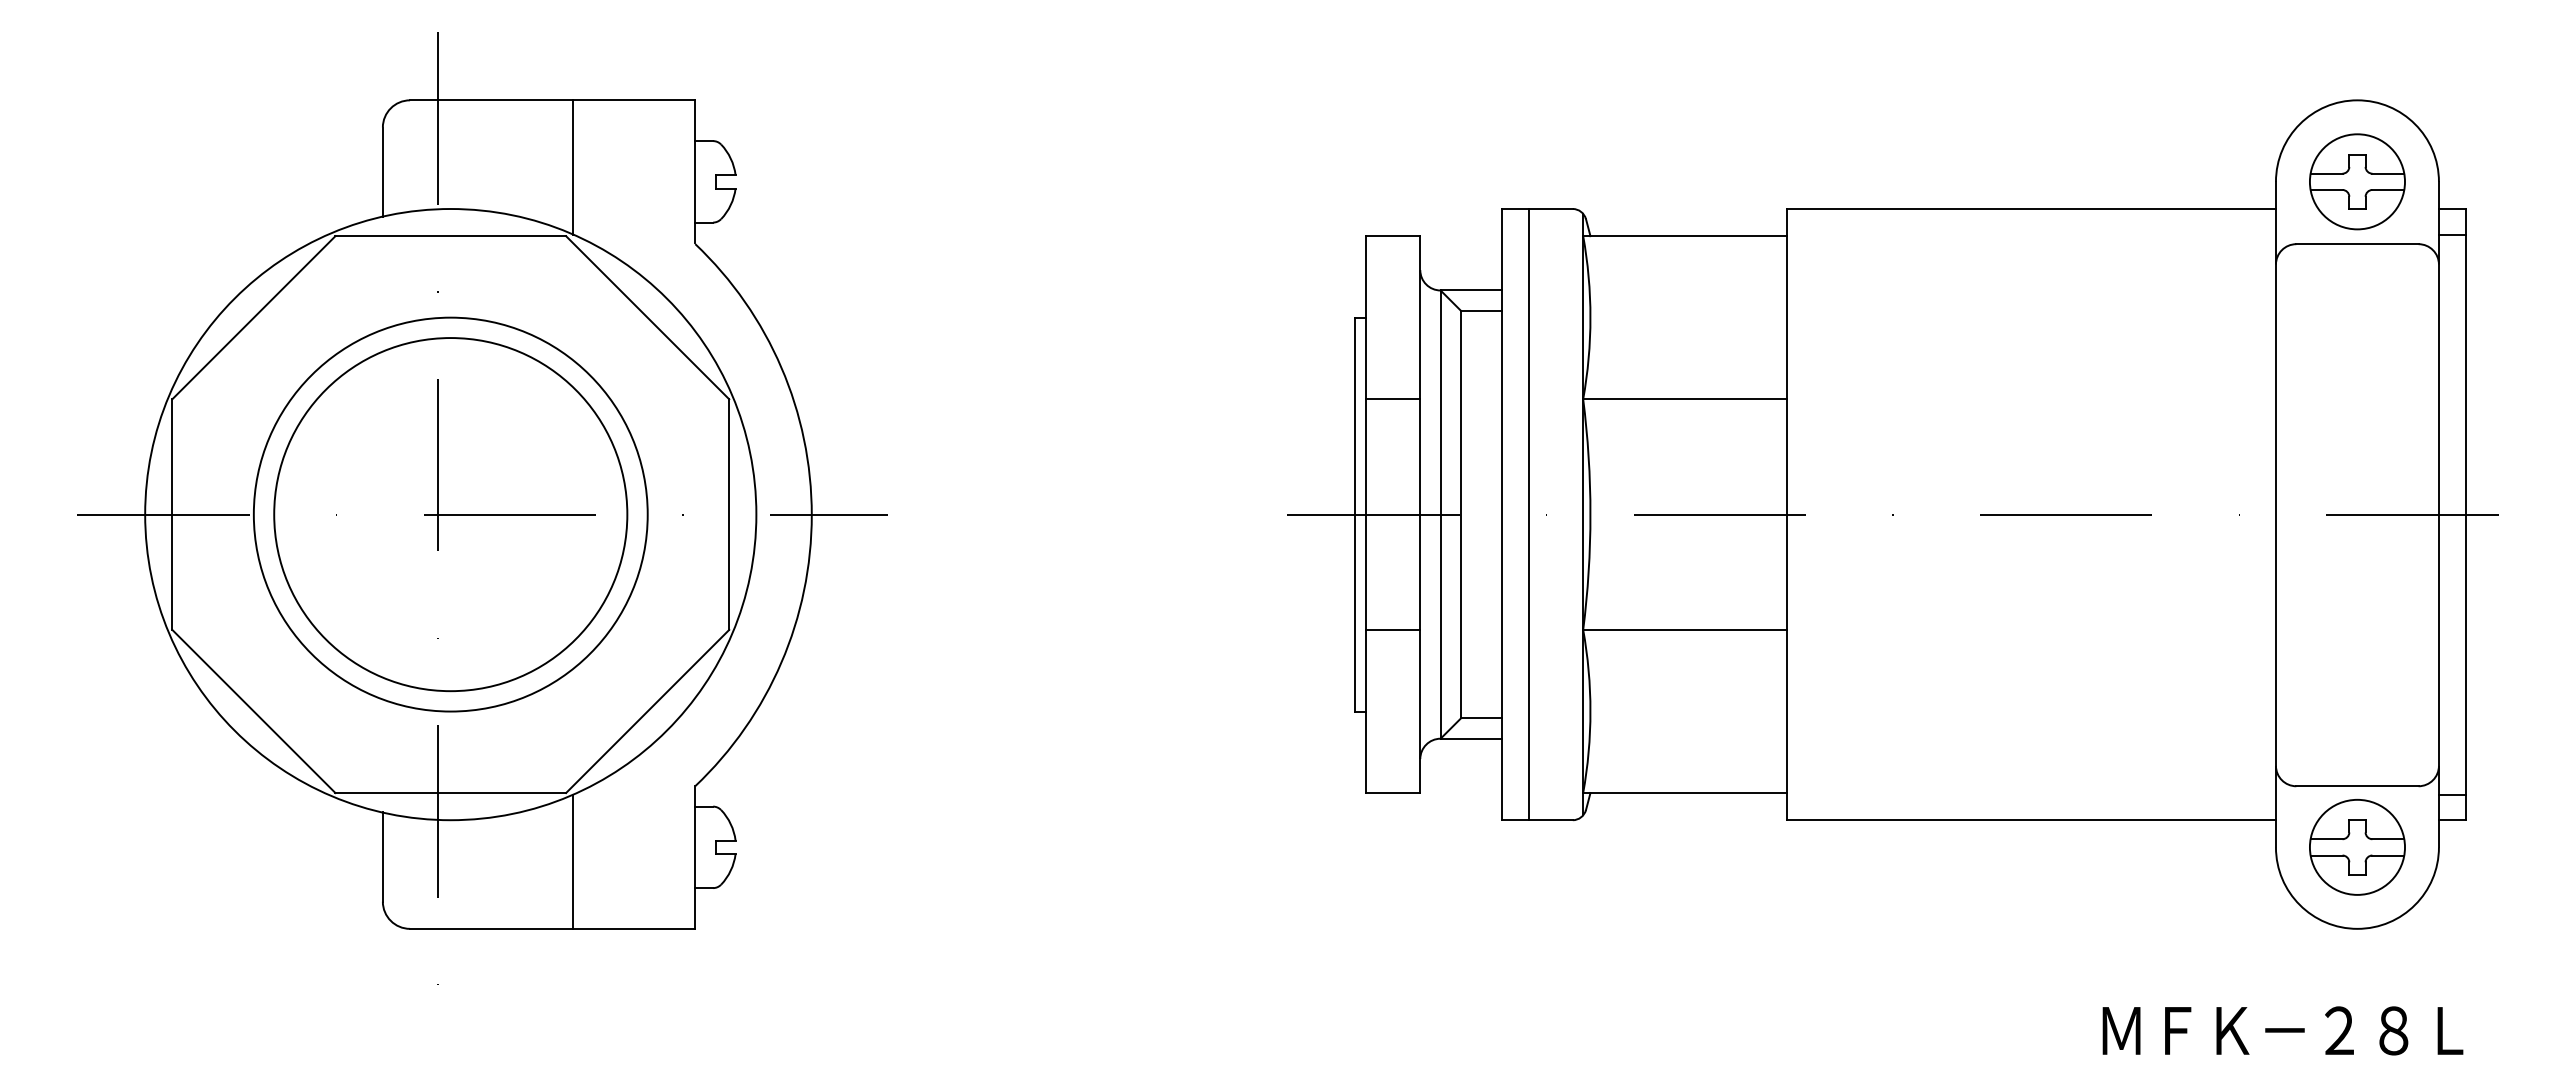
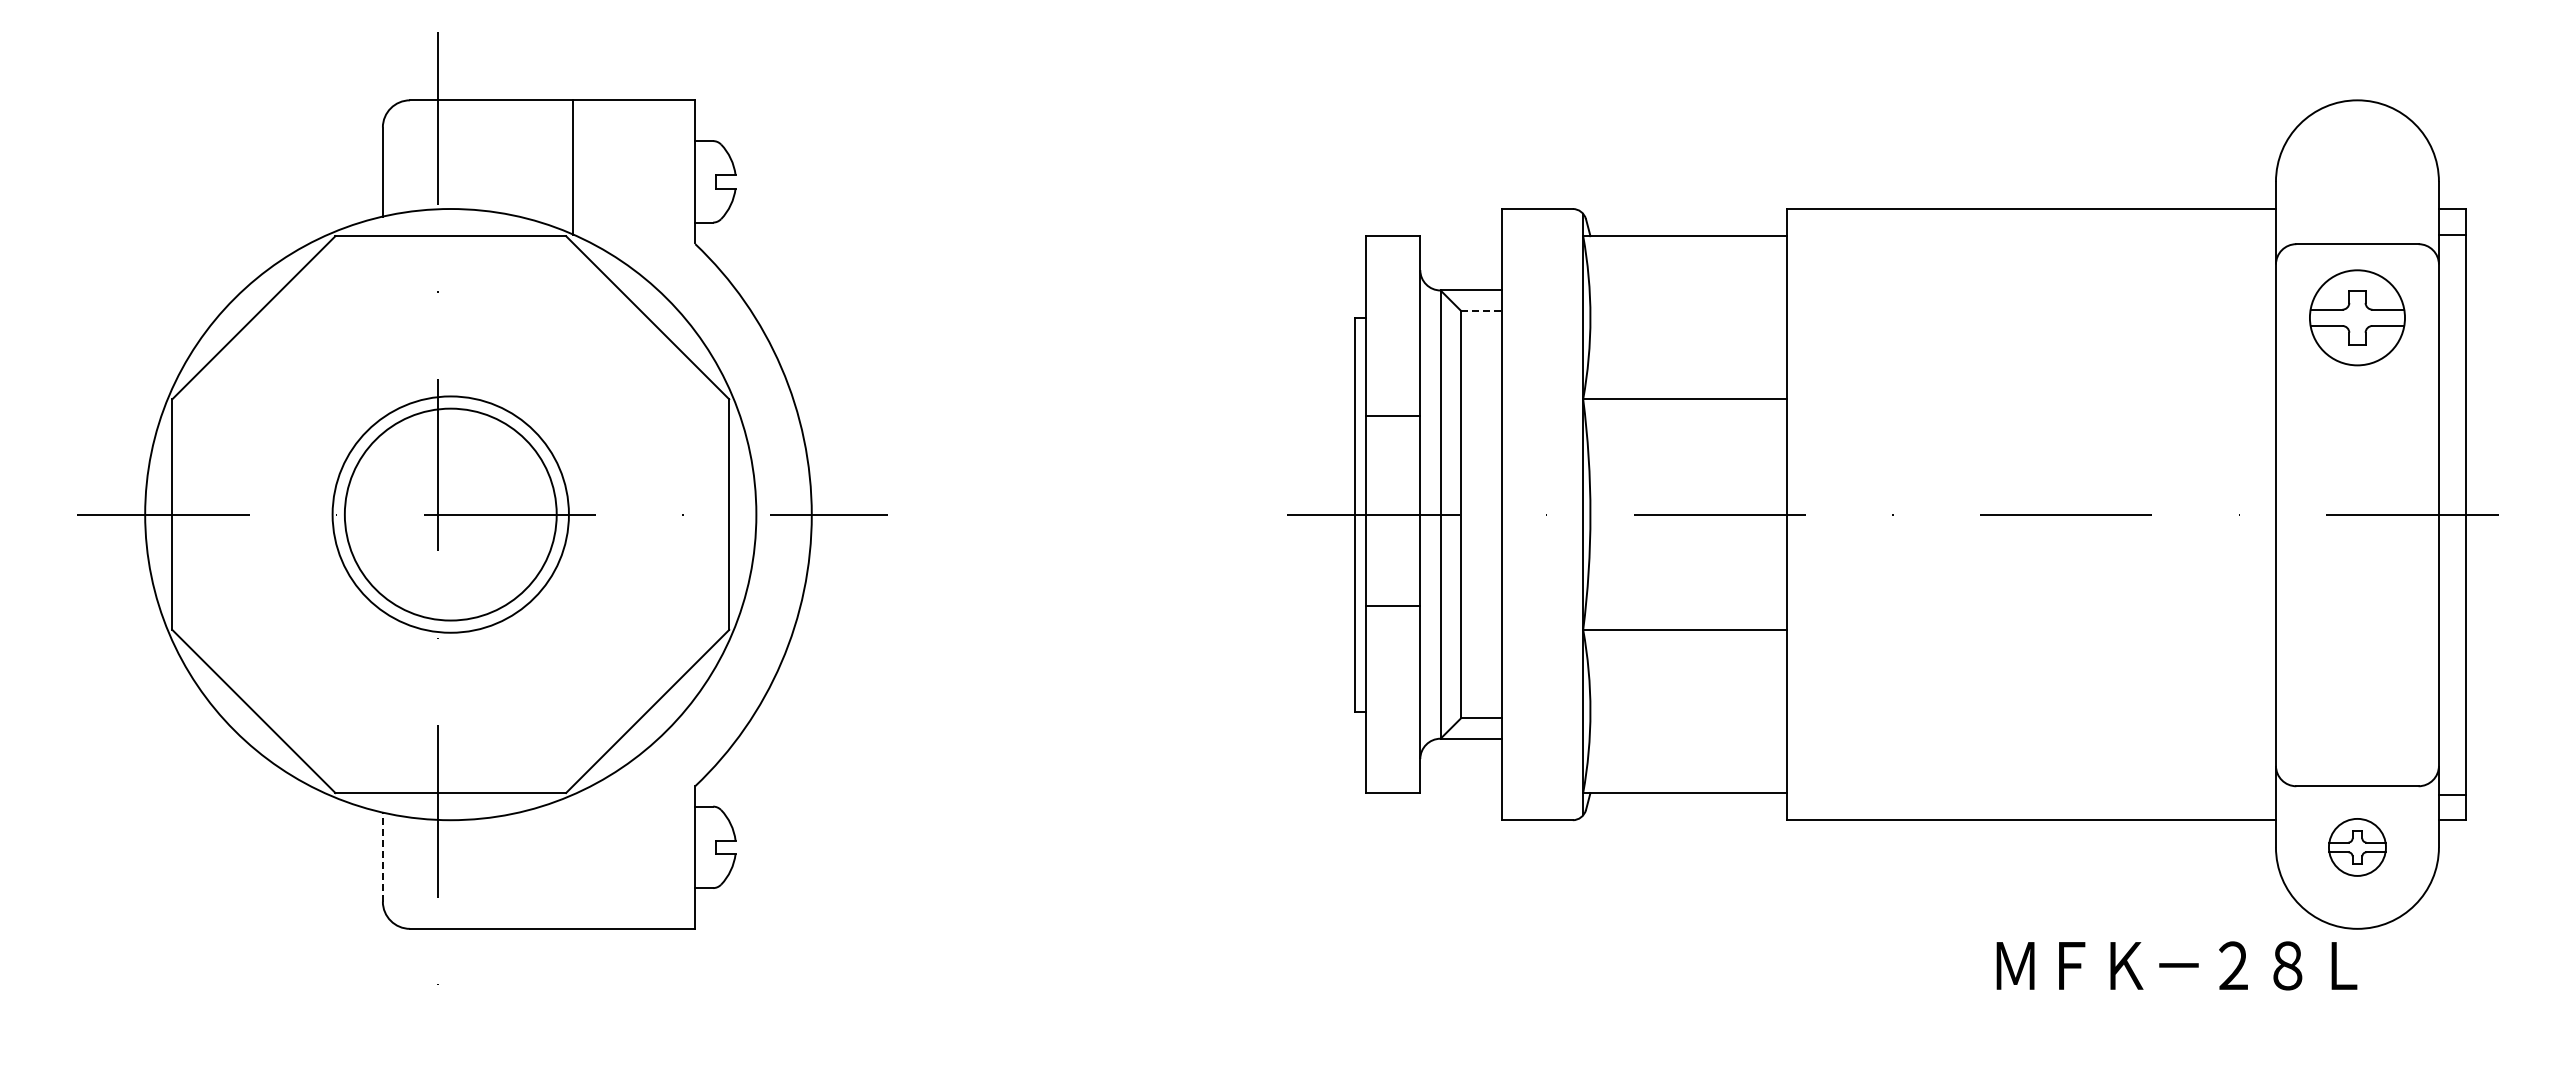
part at (2357, 181) position: (2357, 181) -> (2357, 317)
line at (1481, 310): solid -> dashed
line at (1392, 399) position: (1392, 399) -> (1392, 416)
circle at (450, 514) diameter: 353 px -> 212 px
circle at (450, 514) diameter: 394 px -> 236 px
line at (1528, 514): present -> none
line at (1392, 629) position: (1392, 629) -> (1392, 605)
part at (2357, 847) size: 97x97 px -> 59x59 px
line at (382, 857): solid -> dashed
line at (573, 861): present -> none
text at (2282, 1030) position: (2282, 1030) -> (2176, 965)
